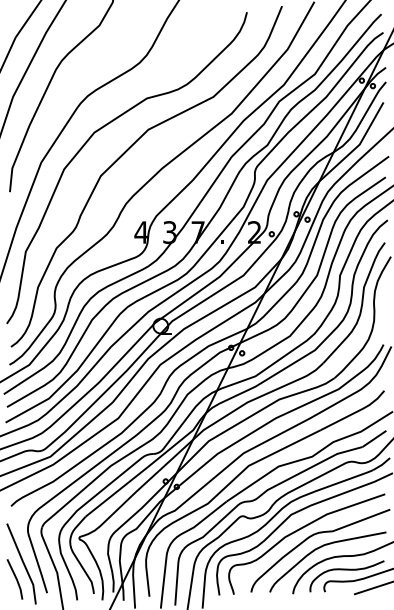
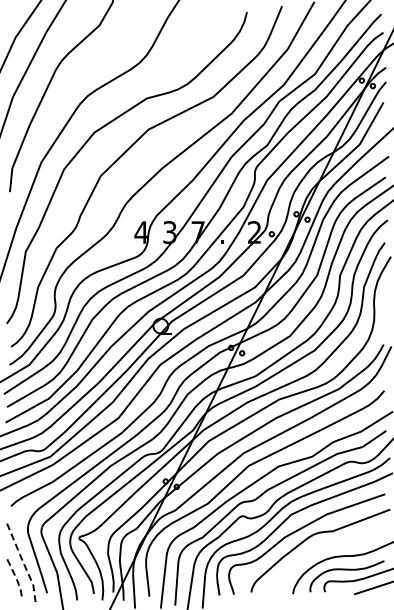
curve at (320, 548): present -> none
line at (23, 563): solid -> dashed
line at (16, 579): solid -> dashed
